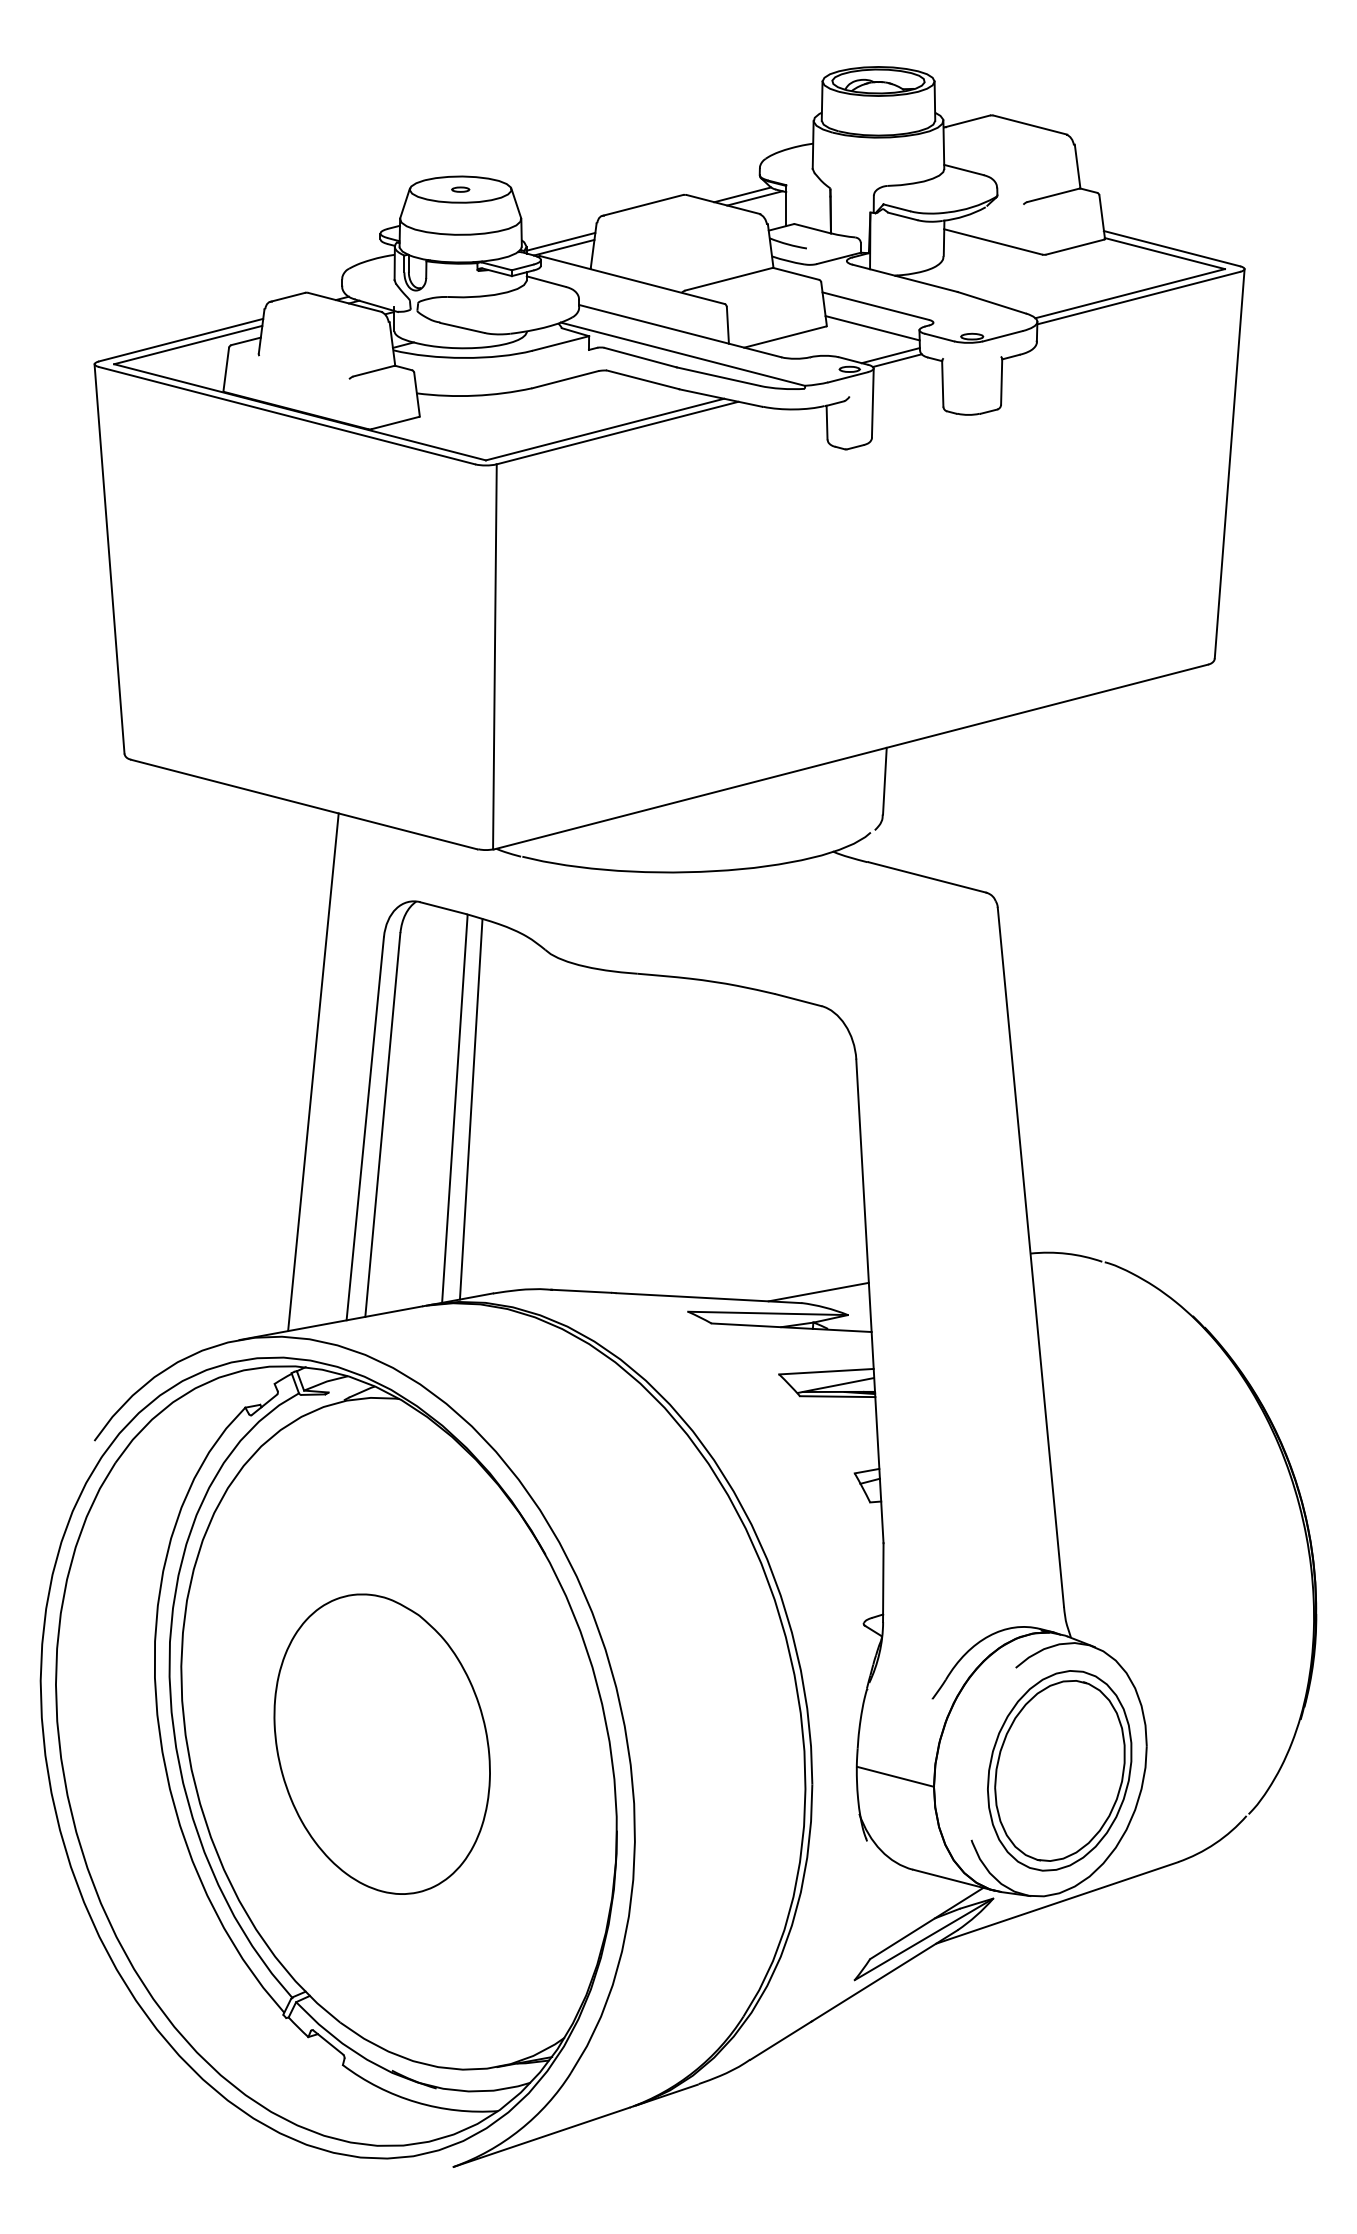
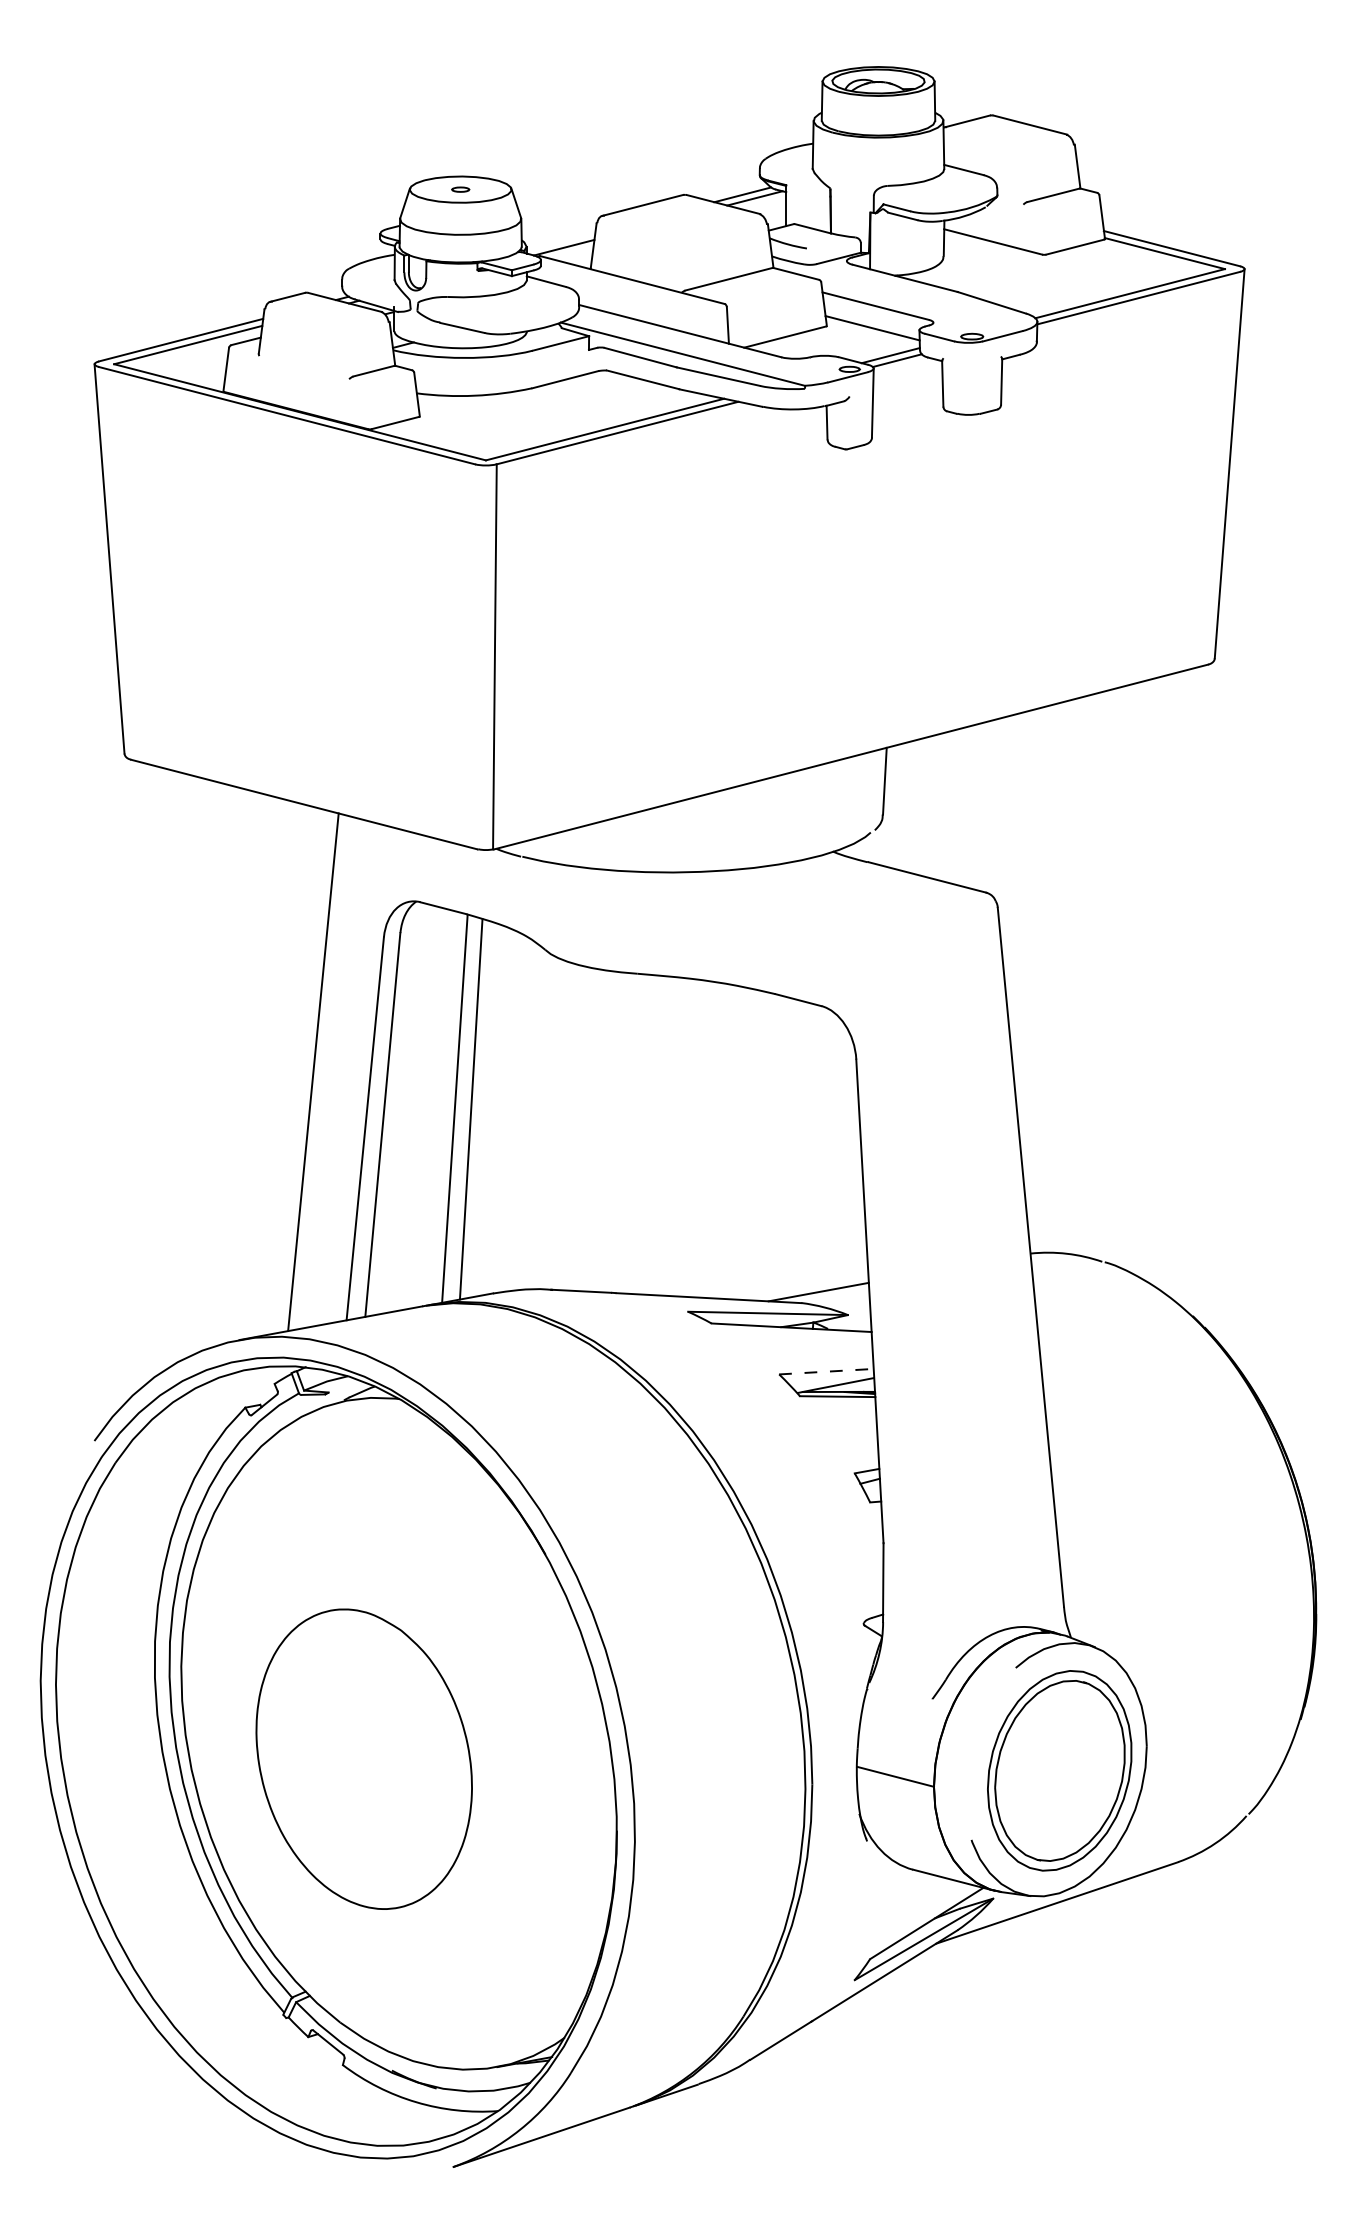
line at (560, 241): present -> none
line at (826, 1371): solid -> dashed
part at (381, 1743) position: (381, 1743) -> (363, 1758)
